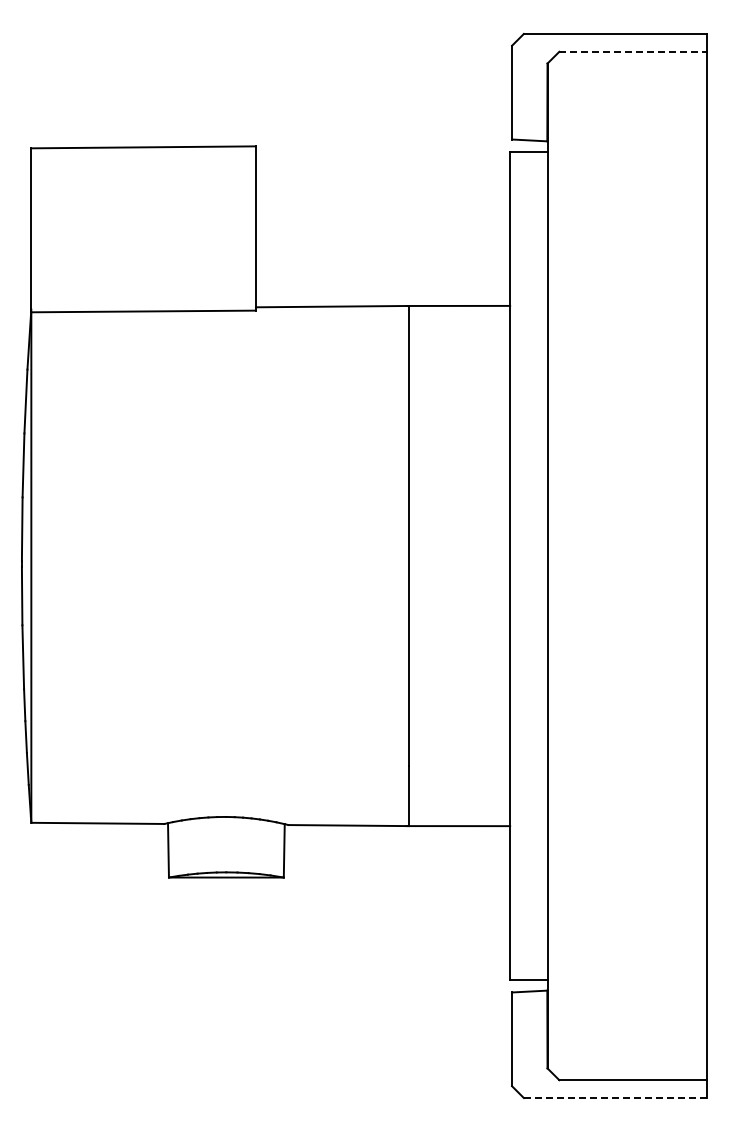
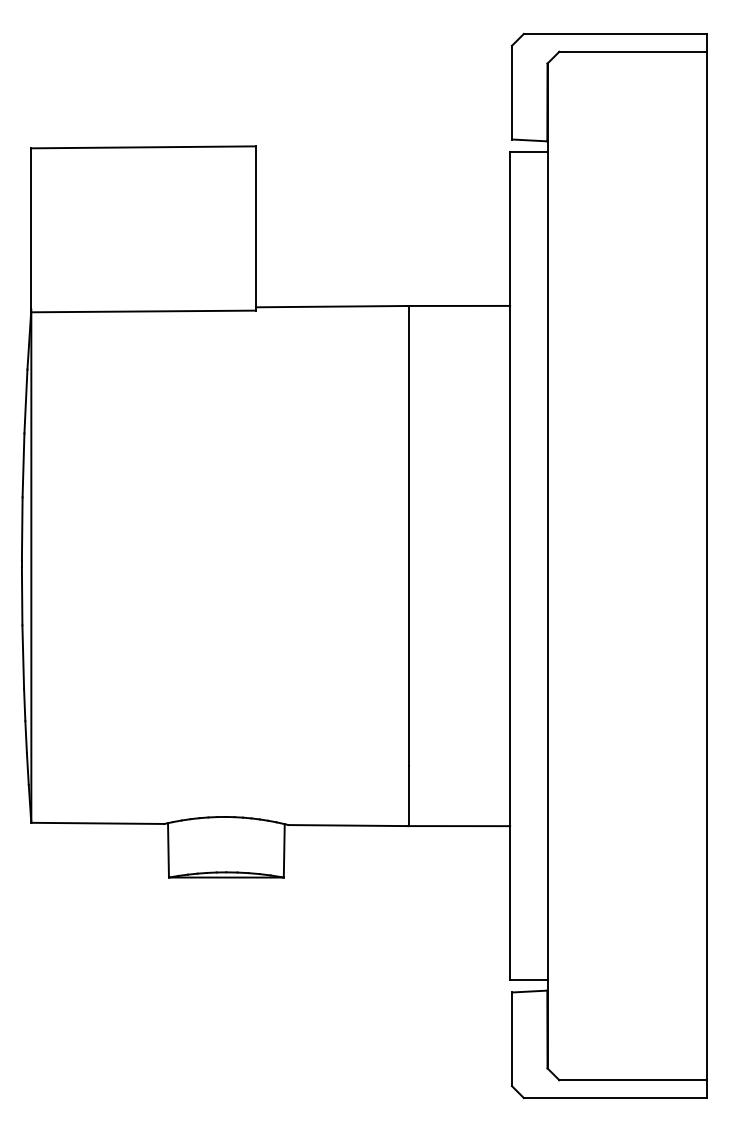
line at (633, 51): dashed -> solid
line at (615, 1098): dashed -> solid
